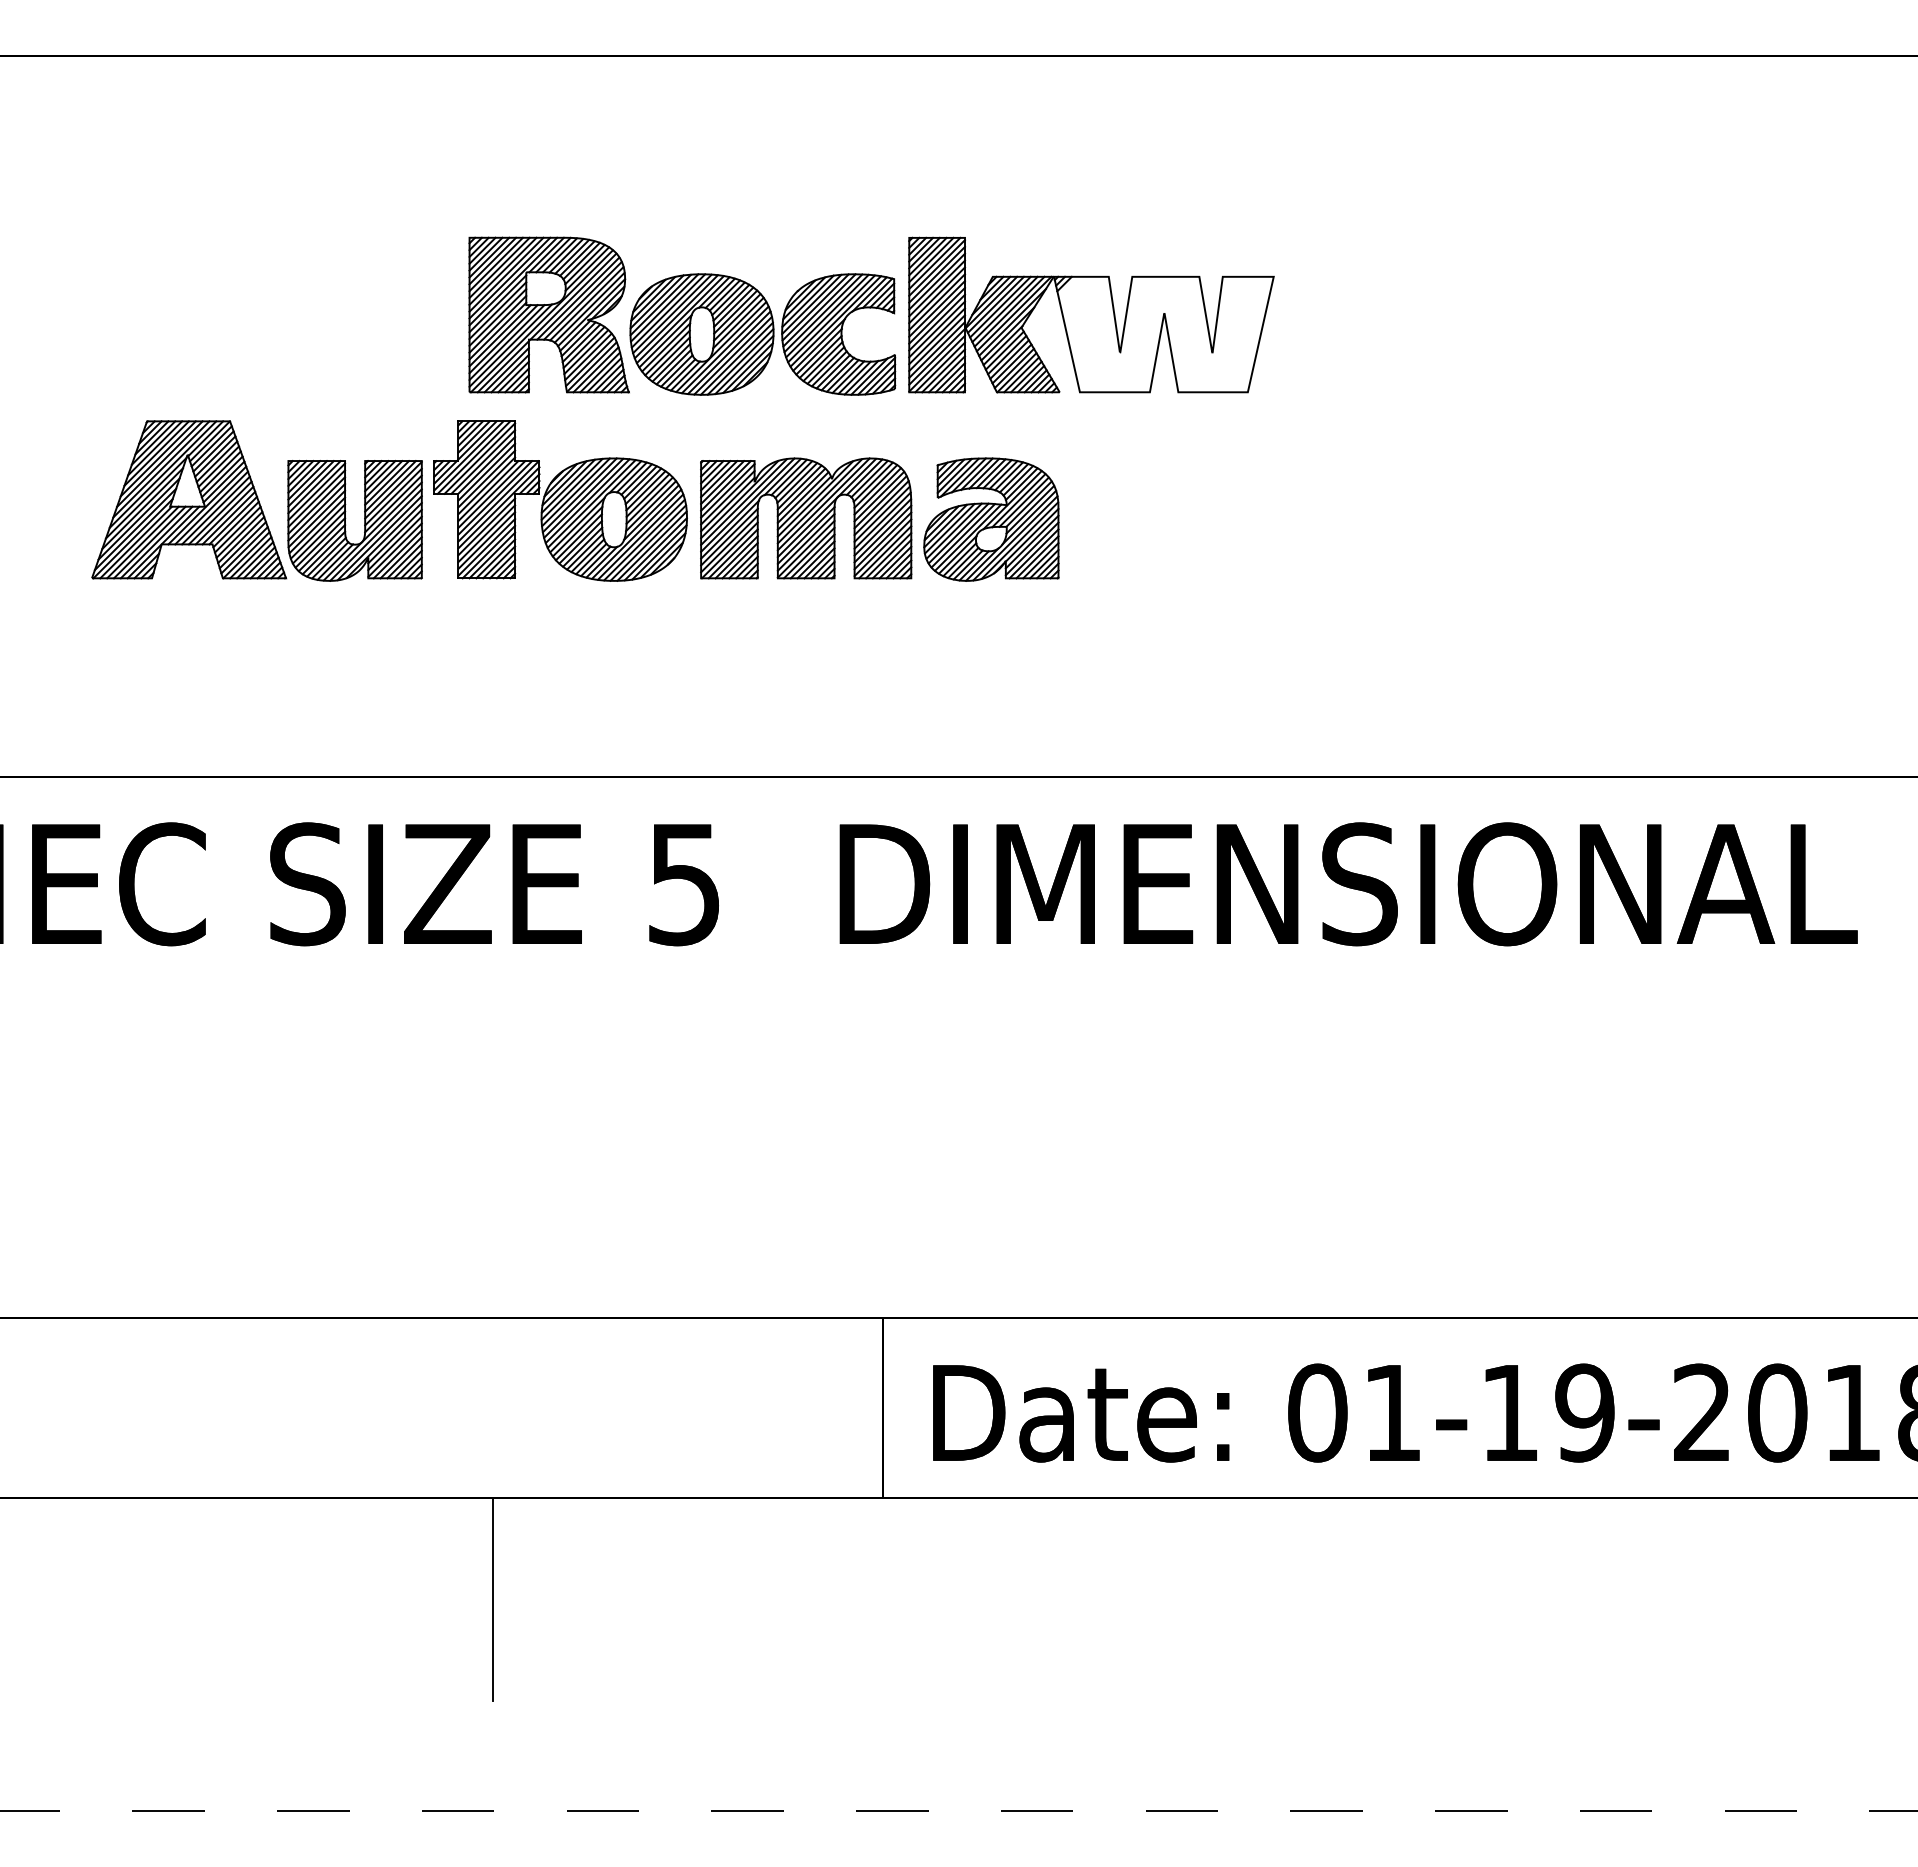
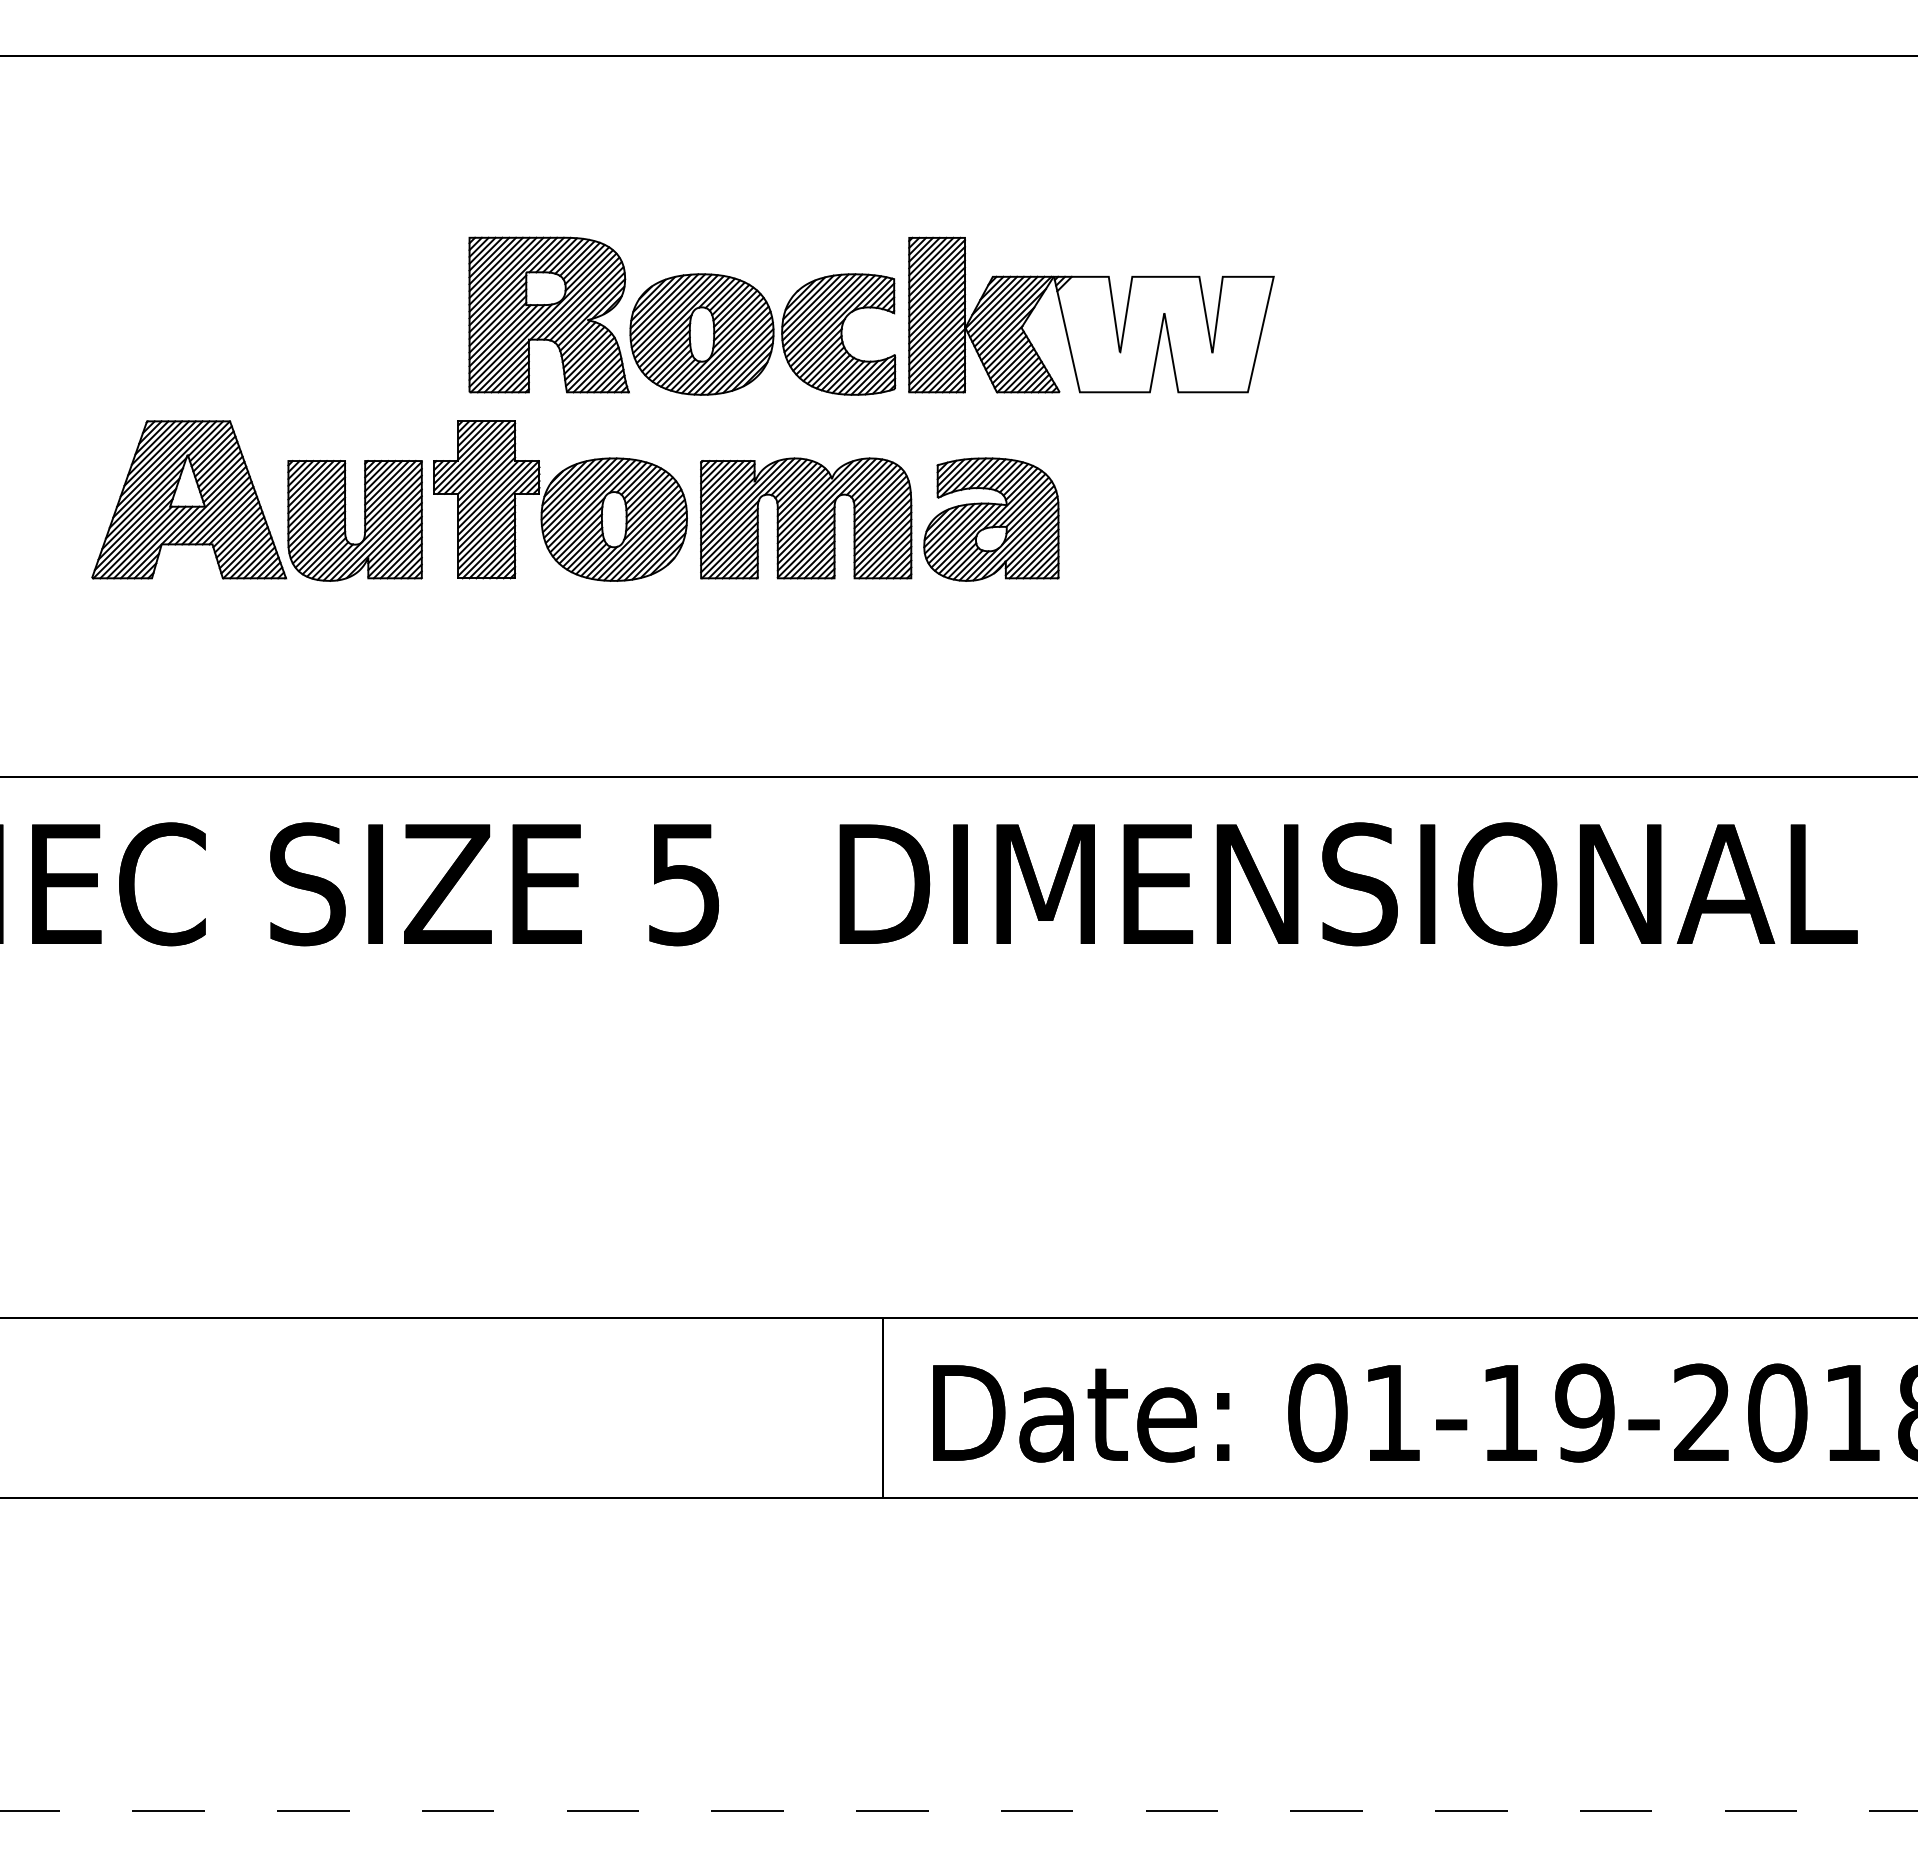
line at (493, 1599): present -> none
